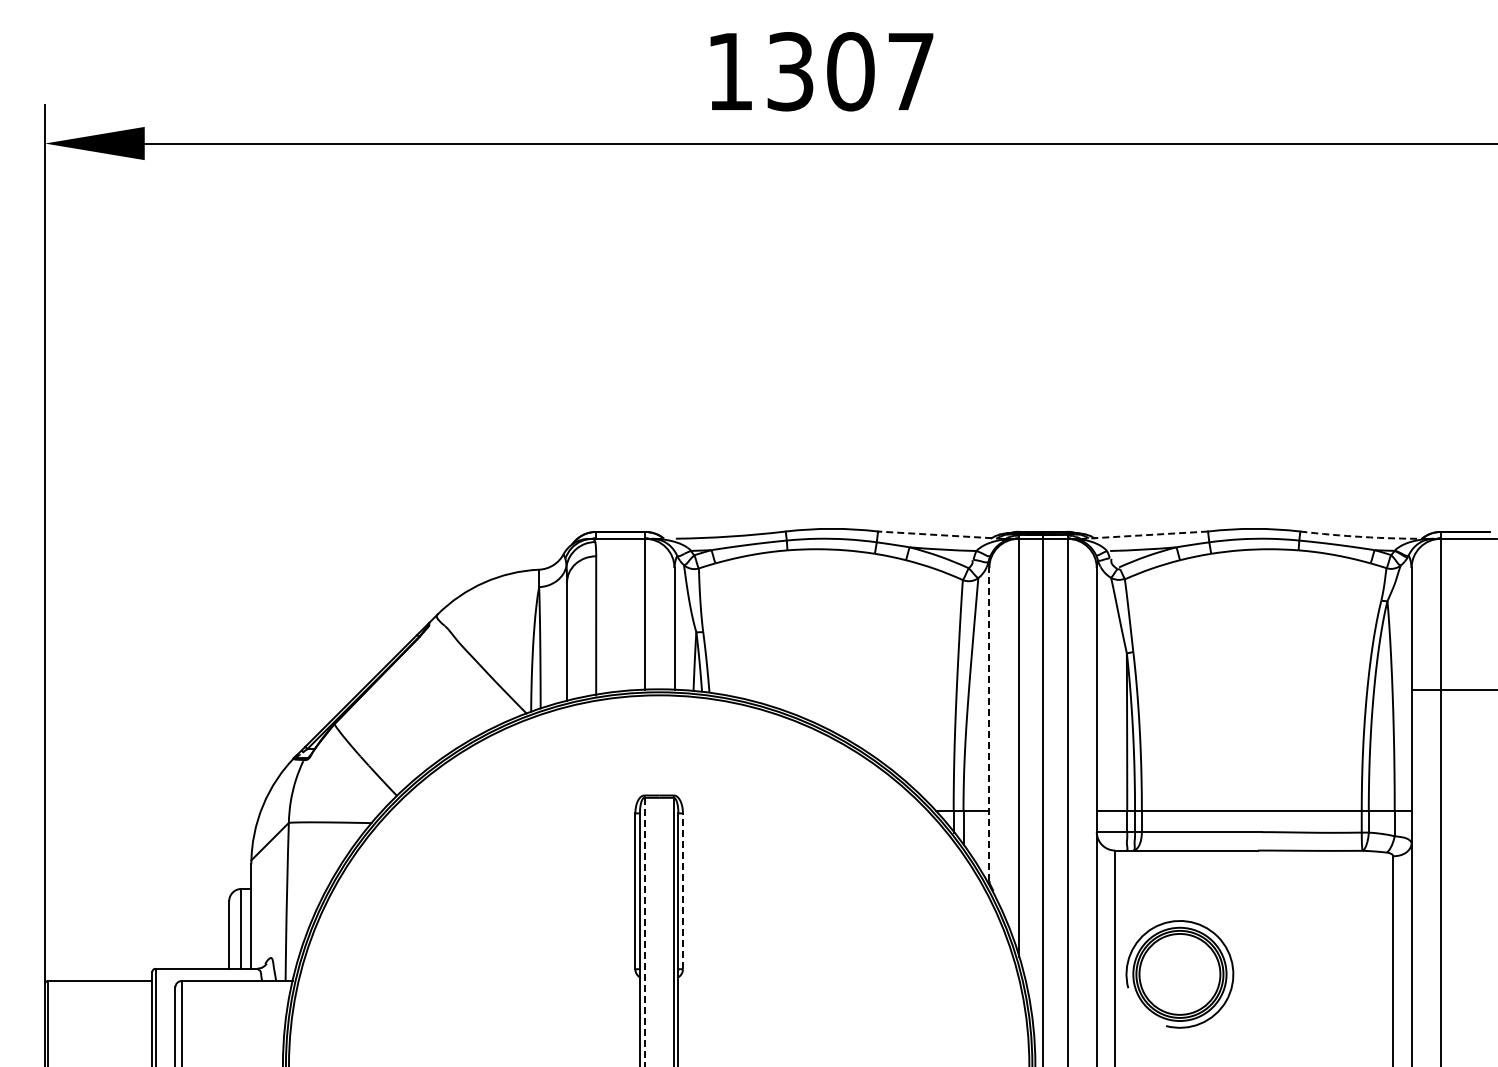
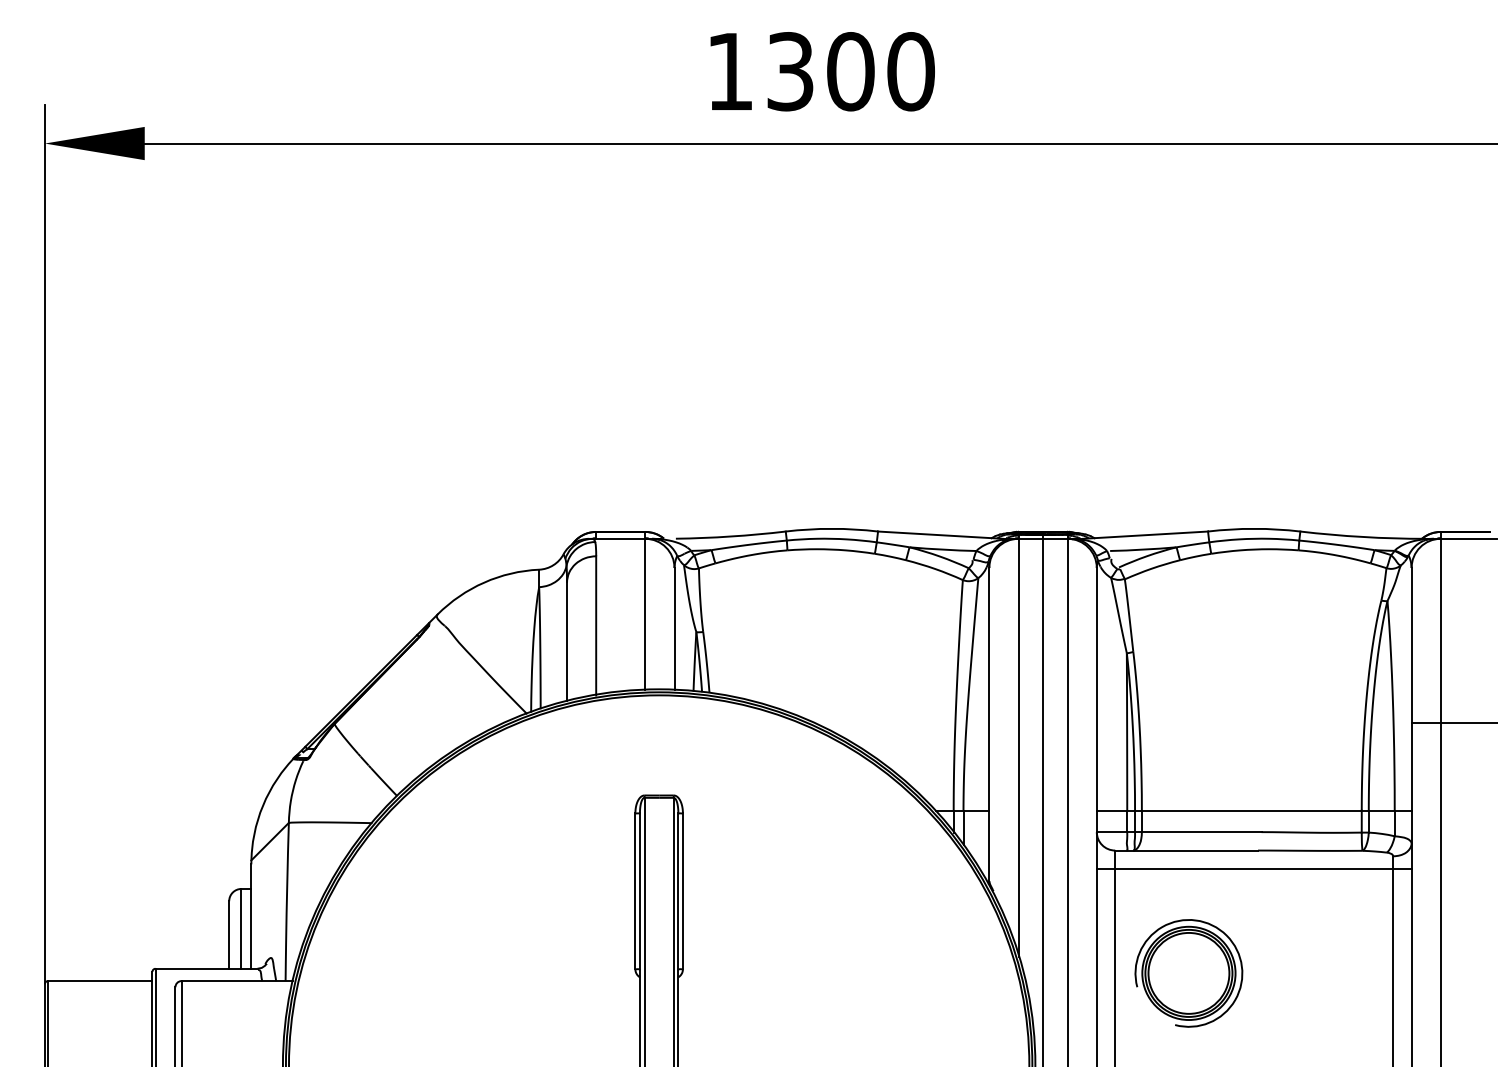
text at (910, 71): 1307 -> 1300
line at (940, 535): dashed -> solid
line at (1145, 535): dashed -> solid
arc at (1362, 537): dashed -> solid
line at (1452, 690) position: (1452, 690) -> (1452, 723)
line at (989, 724): dashed -> solid
line at (1253, 868): none -> present
line at (682, 891): dashed -> solid
line at (644, 931): dashed -> solid
part at (1179, 974) position: (1179, 974) -> (1188, 973)
